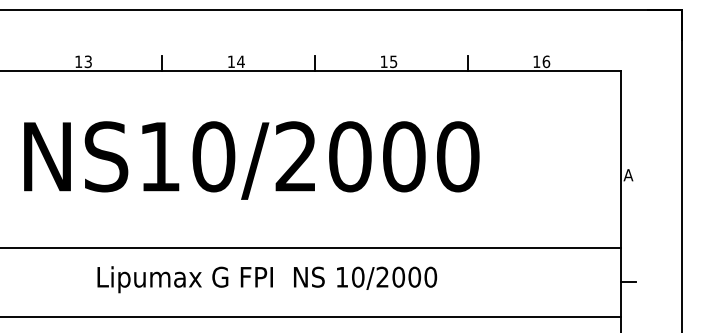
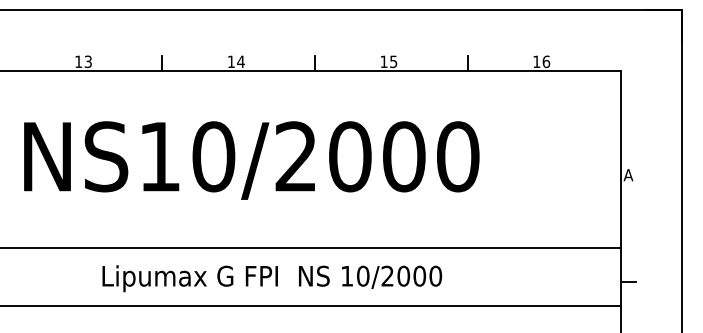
text at (267, 279) position: (267, 279) -> (272, 278)
line at (311, 316) position: (311, 316) -> (311, 305)
